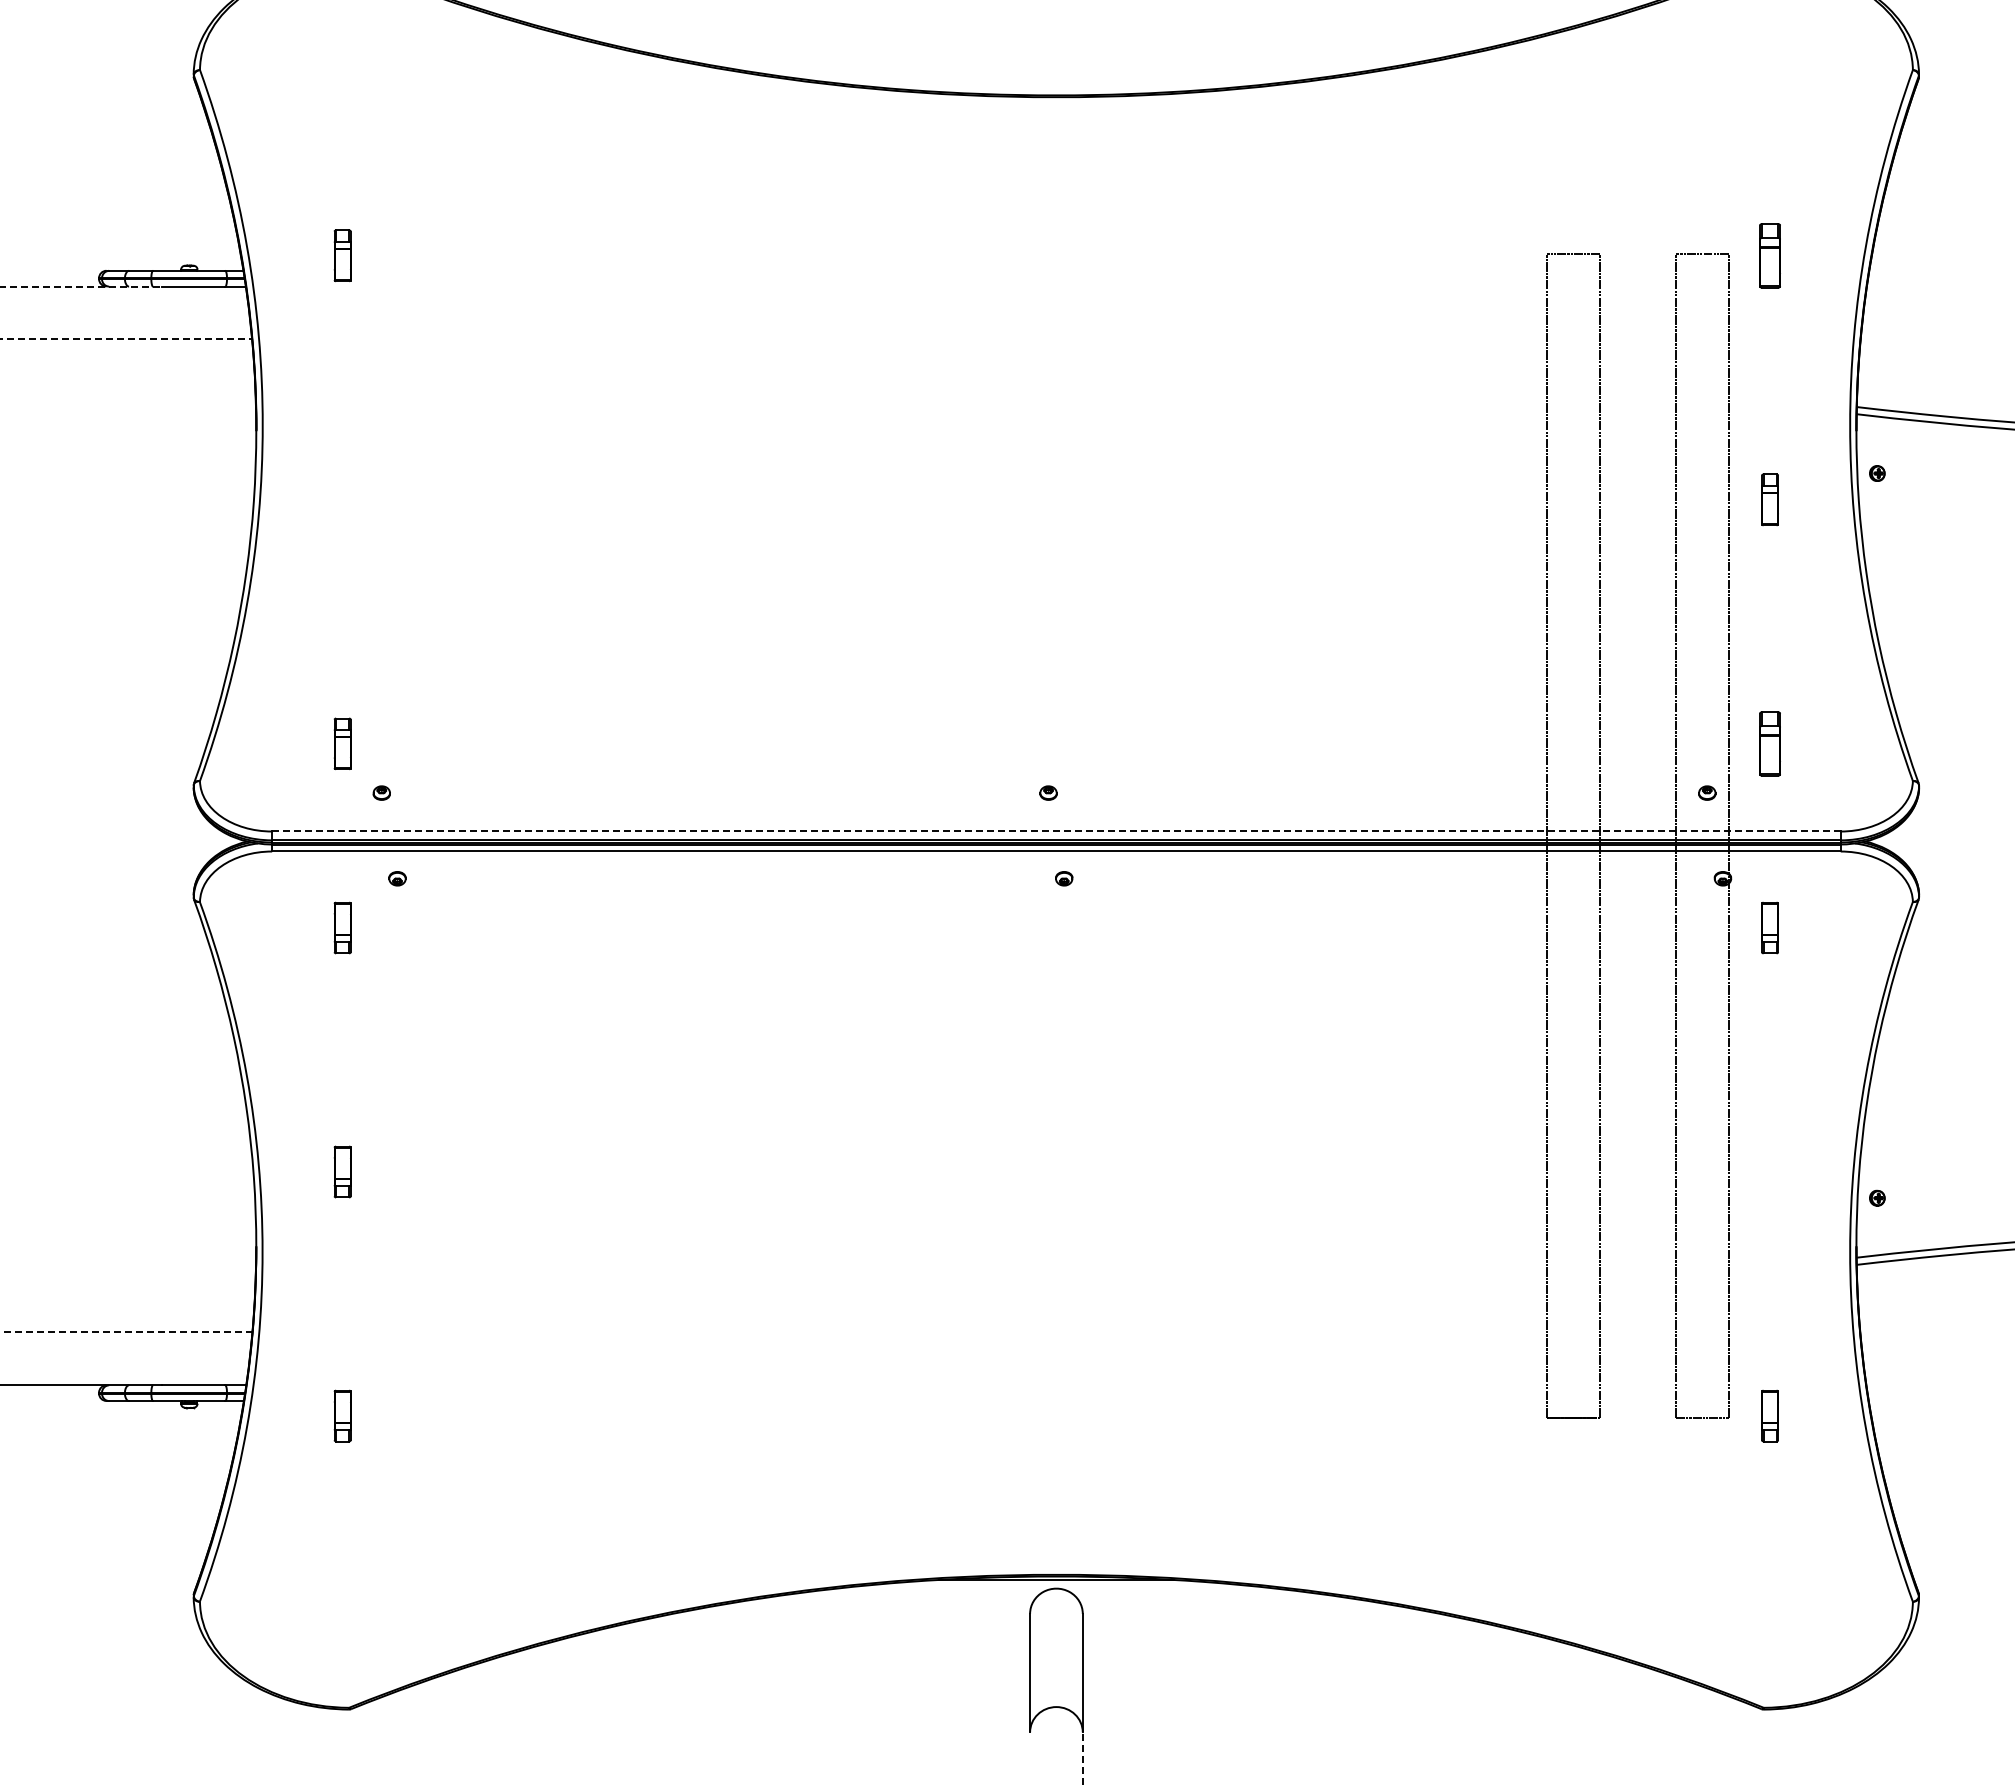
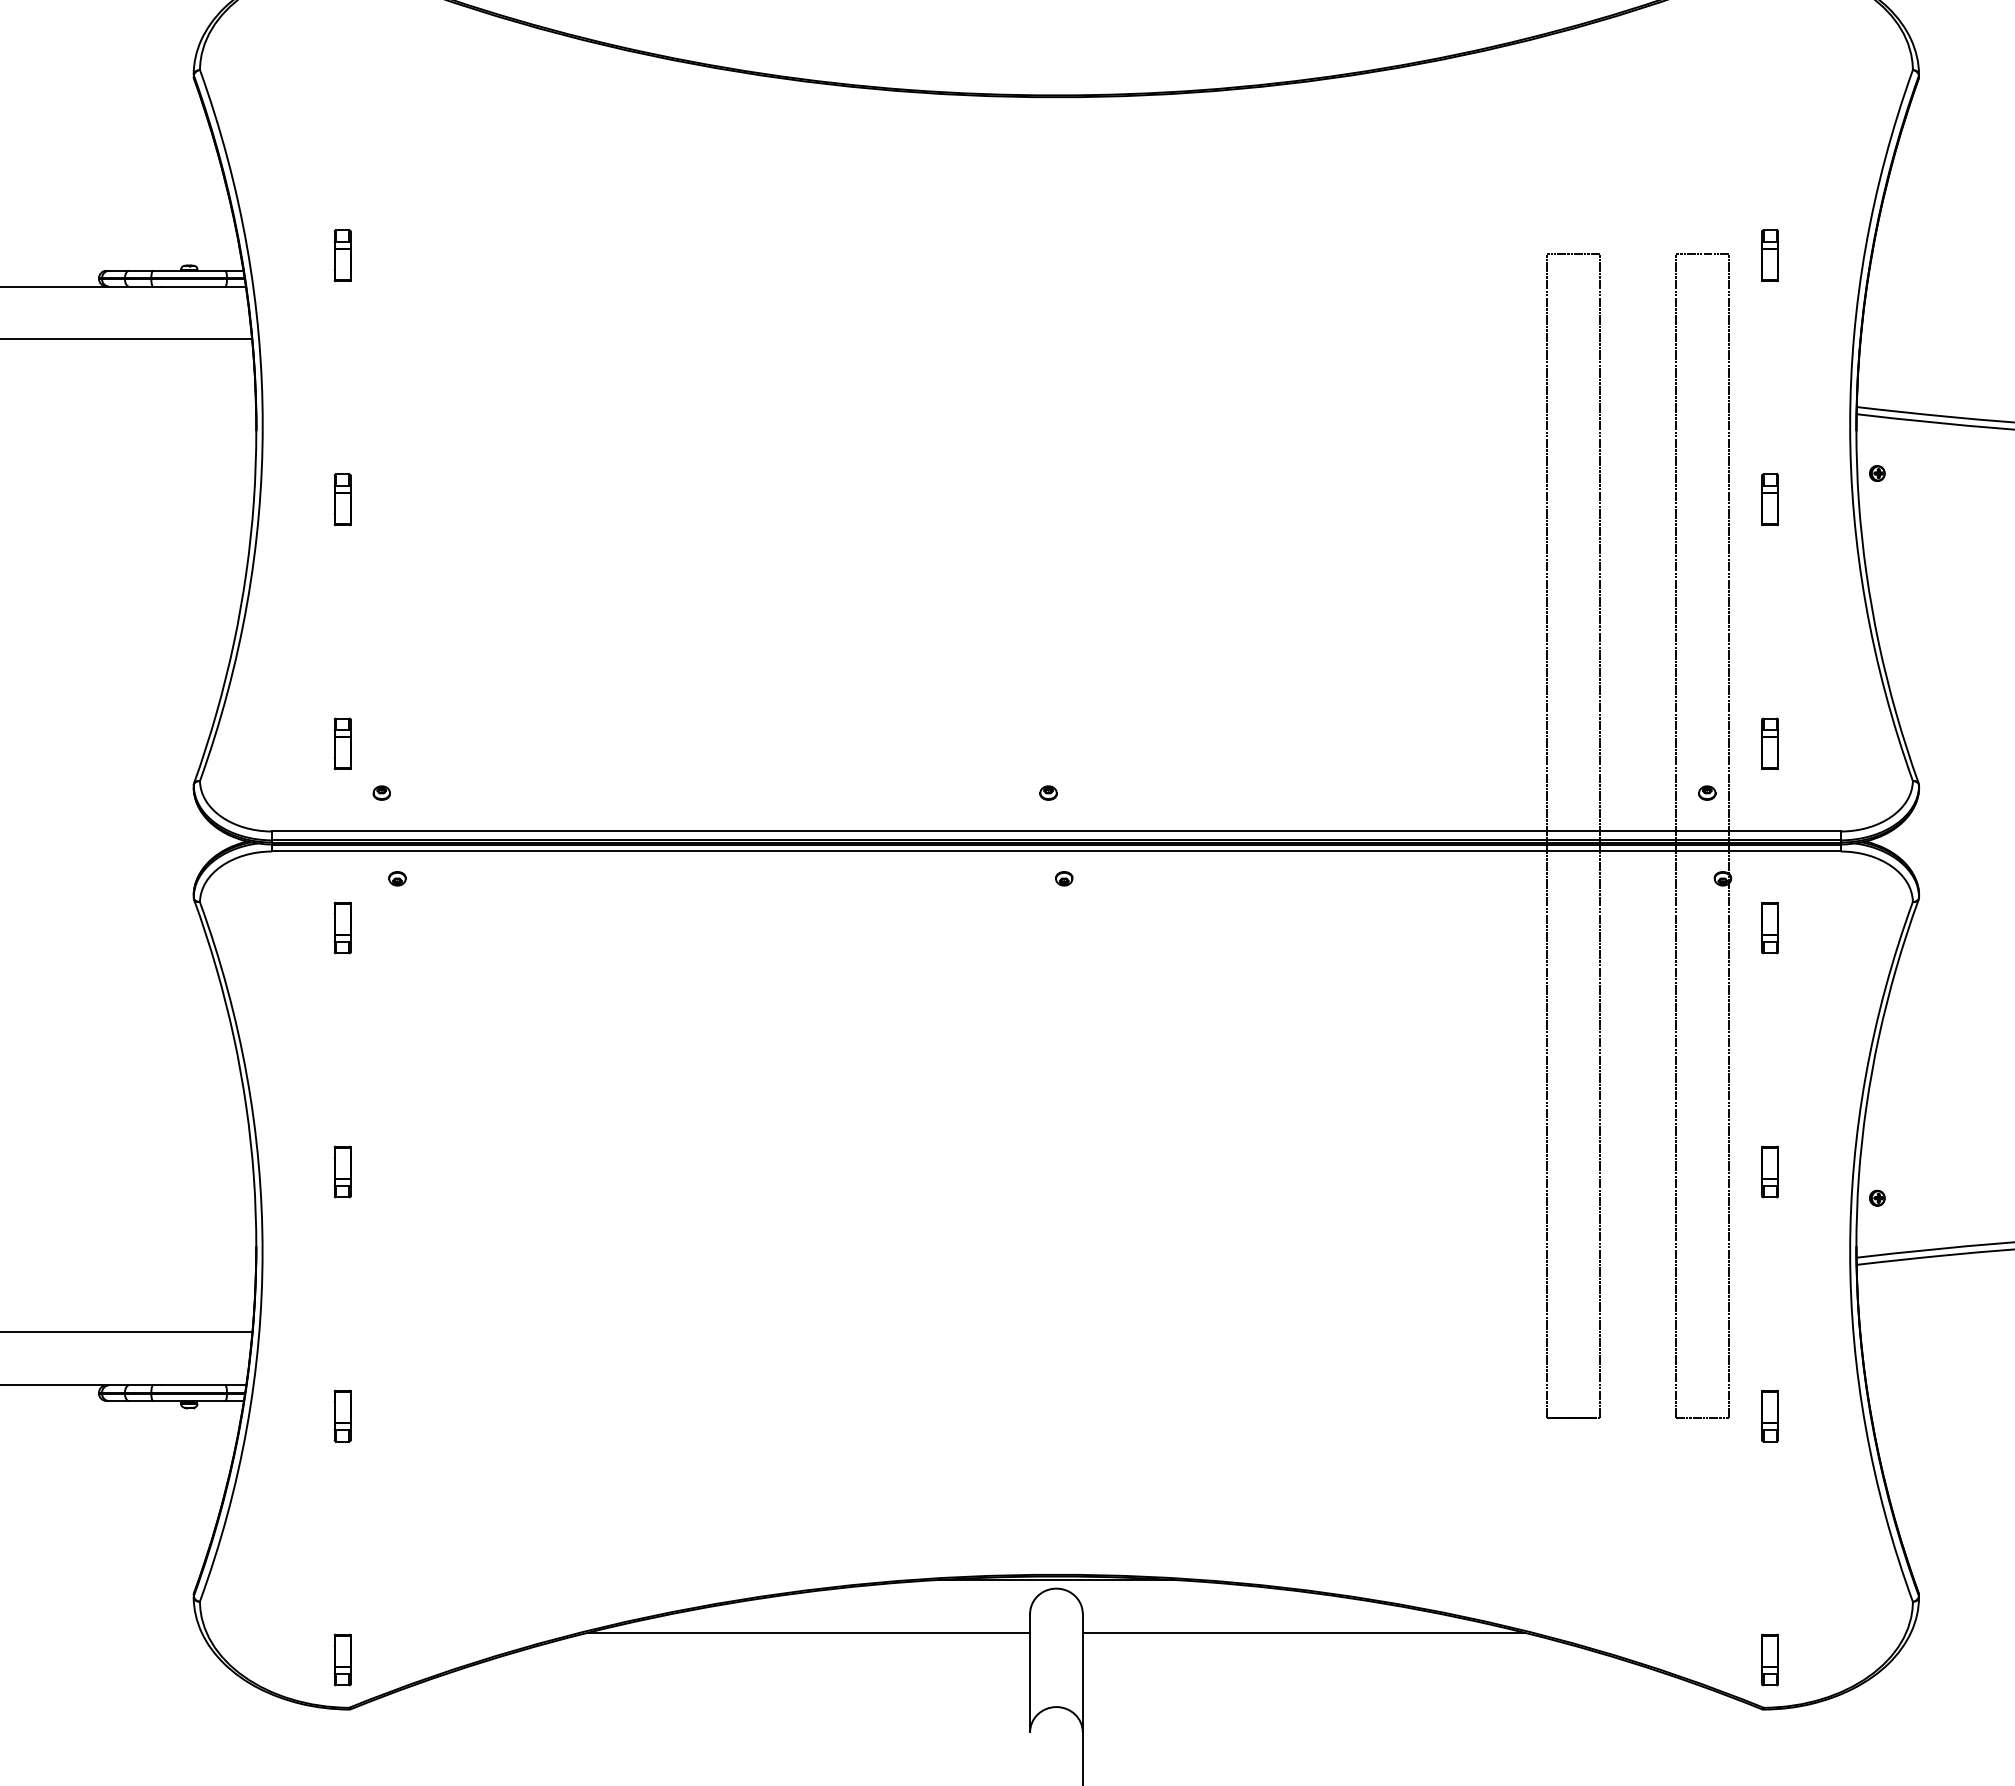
part at (1769, 255) size: 22x66 px -> 18x53 px
line at (80, 286): dashed -> solid
line at (126, 339): dashed -> solid
part at (342, 499): none -> present
part at (1769, 743) size: 22x66 px -> 18x53 px
line at (1055, 831): dashed -> solid
part at (1769, 1171): none -> present
line at (126, 1332): dashed -> solid
line at (808, 1632): none -> present
line at (1303, 1632): none -> present
part at (342, 1659): none -> present
part at (1769, 1659): none -> present
line at (1082, 1758): dashed -> solid
